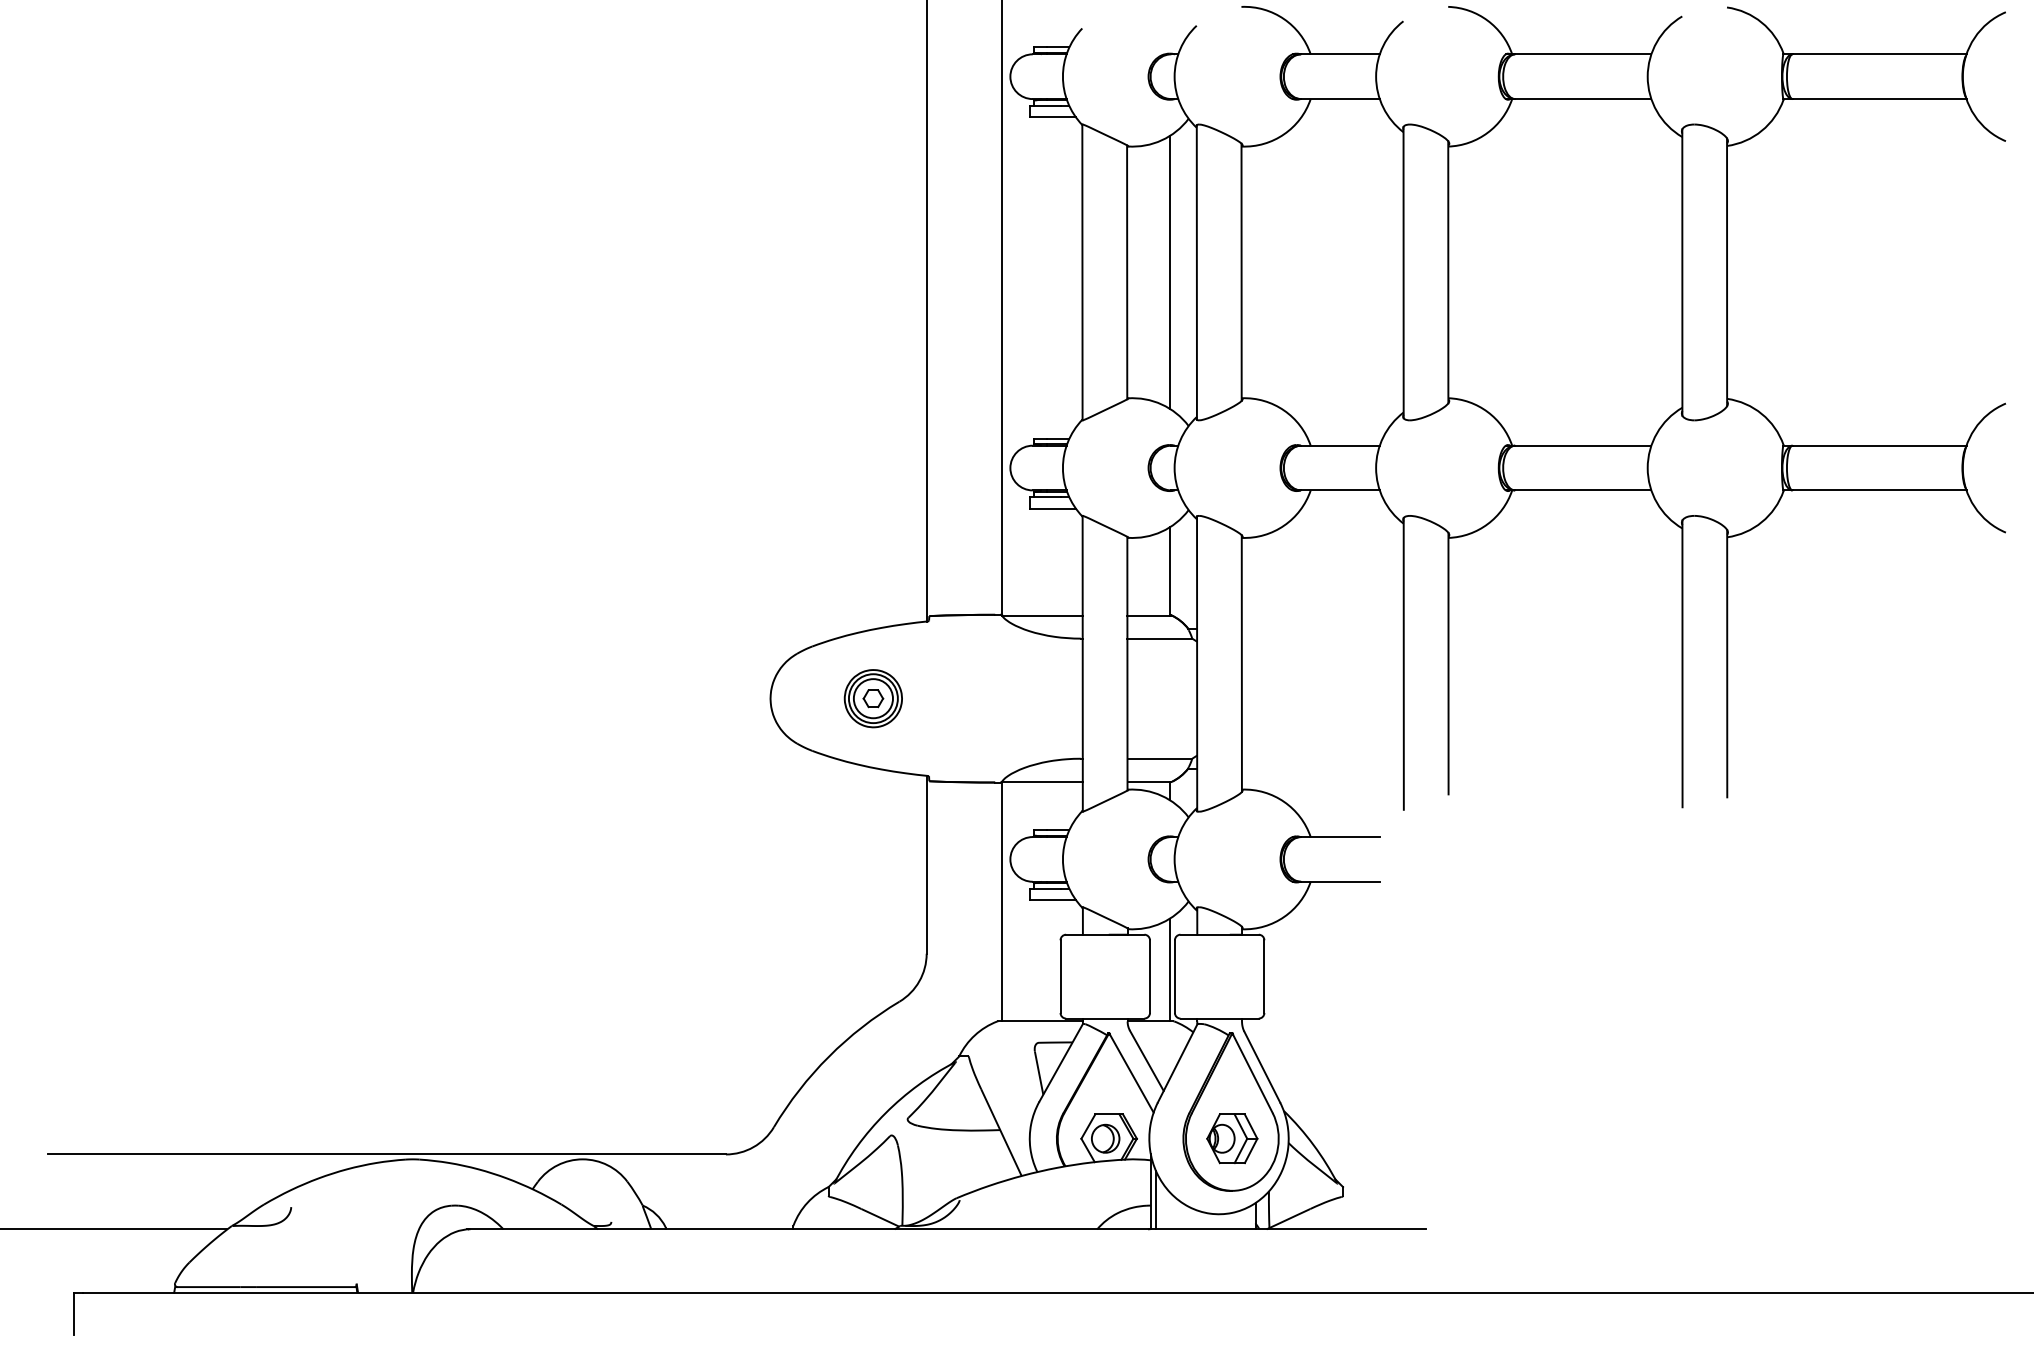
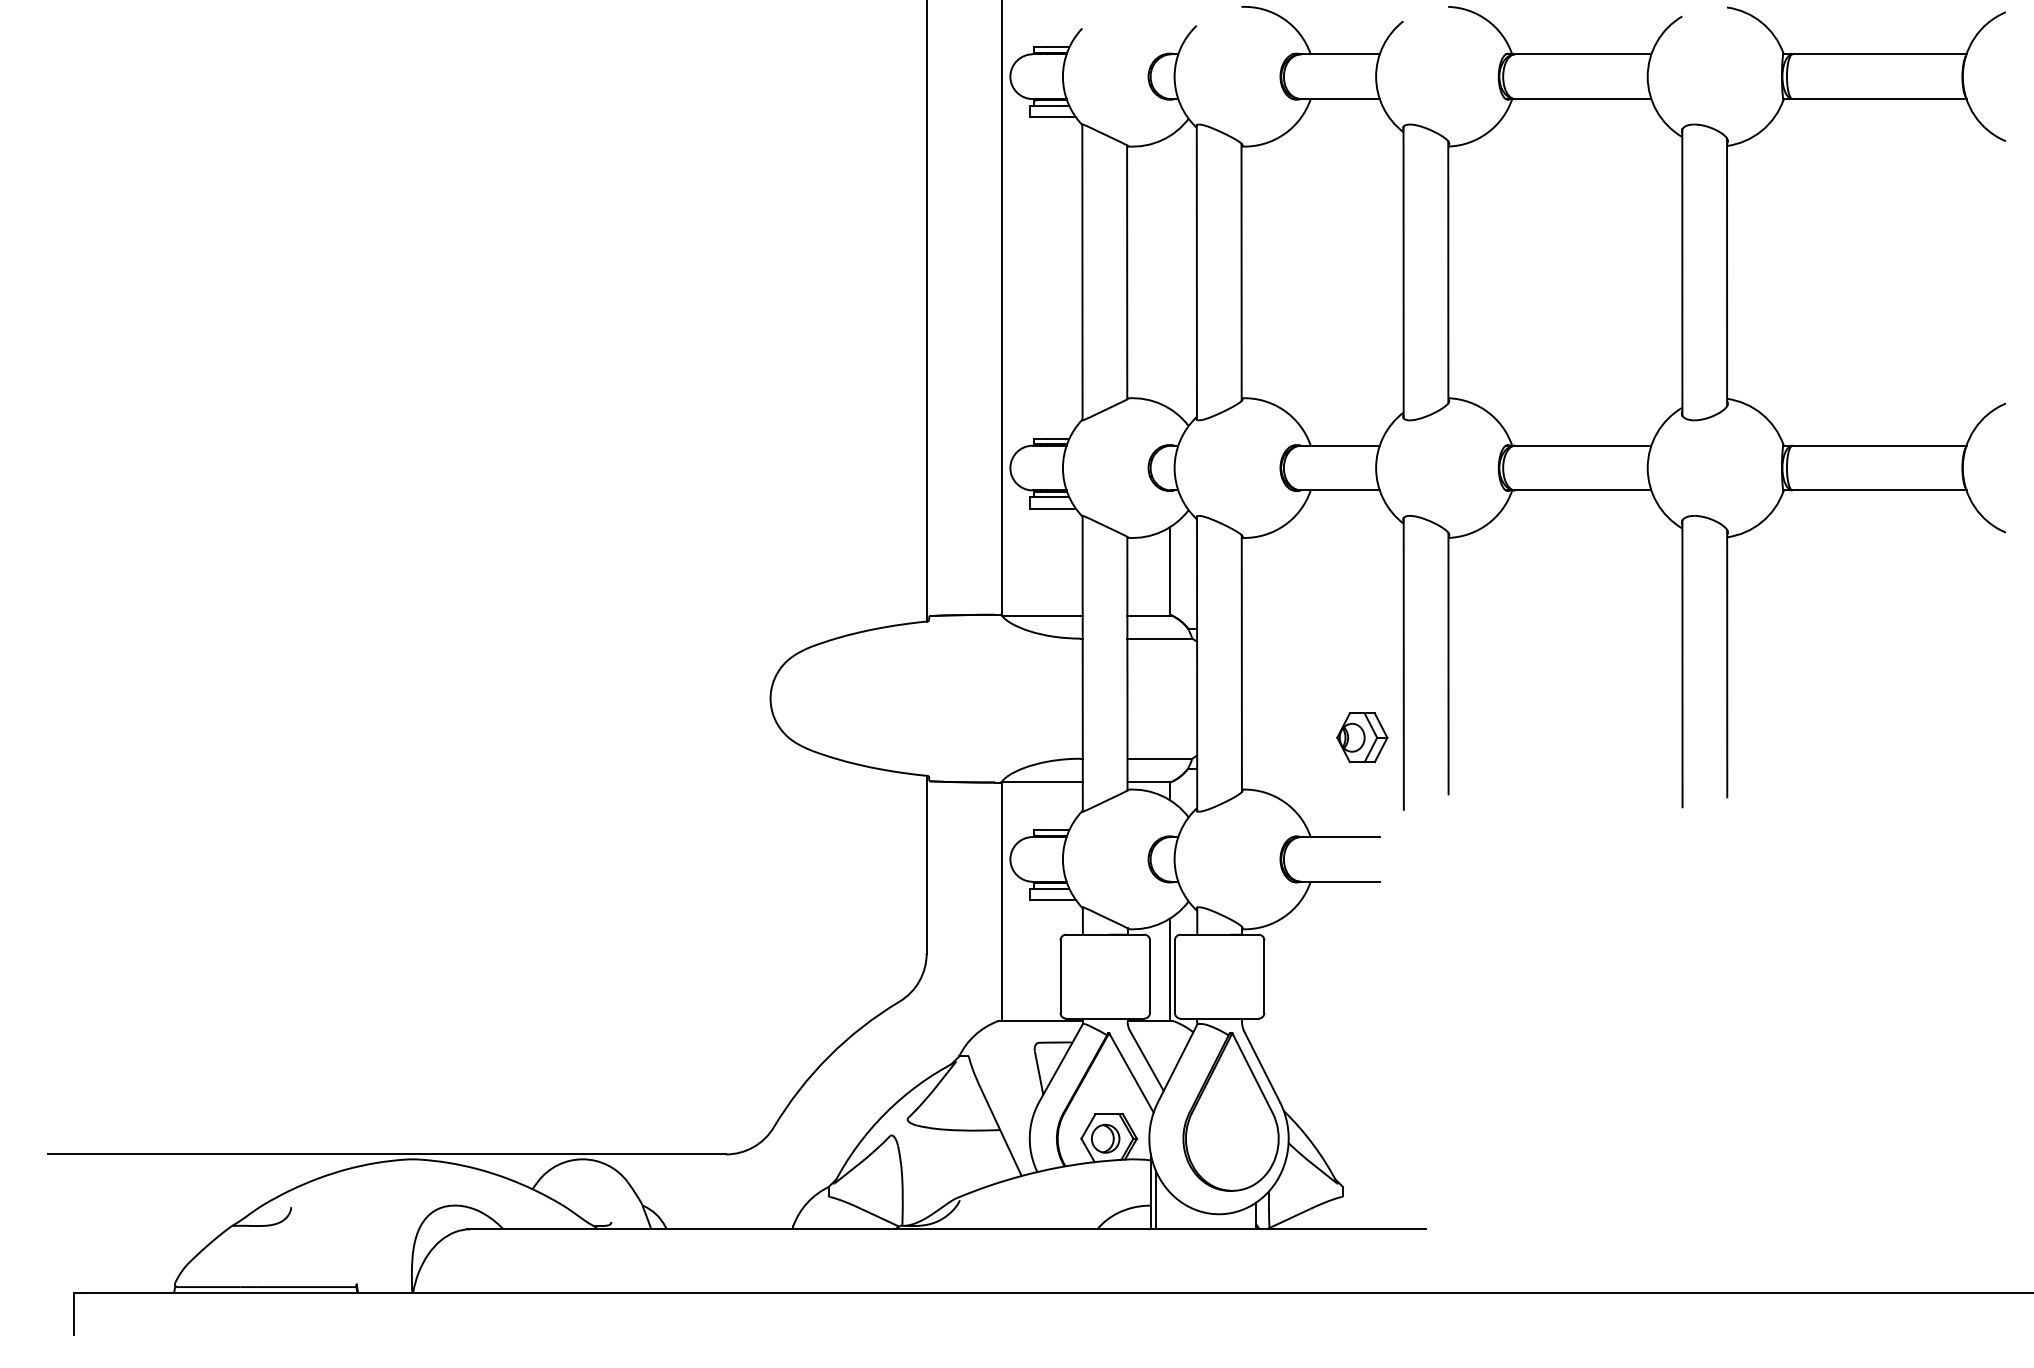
line at (1170, 272): present -> none
part at (872, 698): present -> none
part at (1232, 1138) position: (1232, 1138) -> (1362, 737)
line at (114, 1229): present -> none
